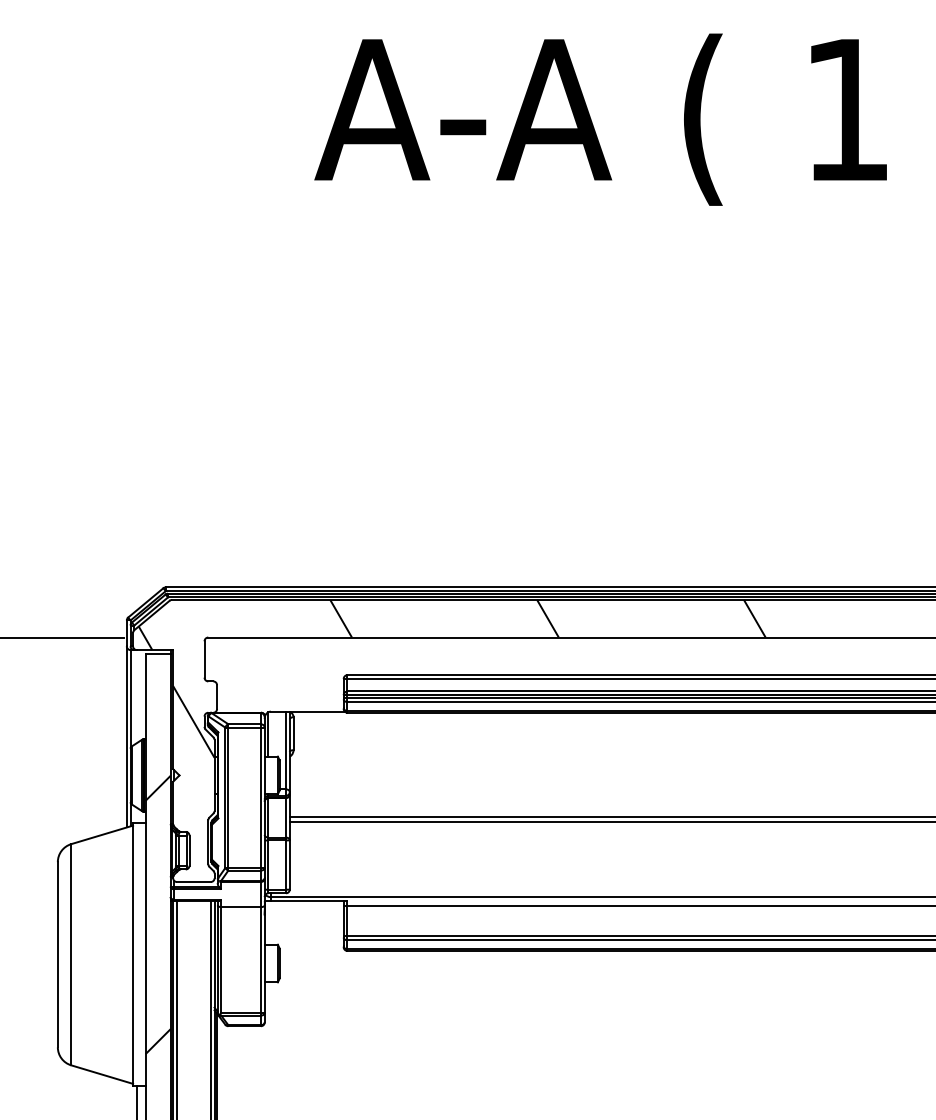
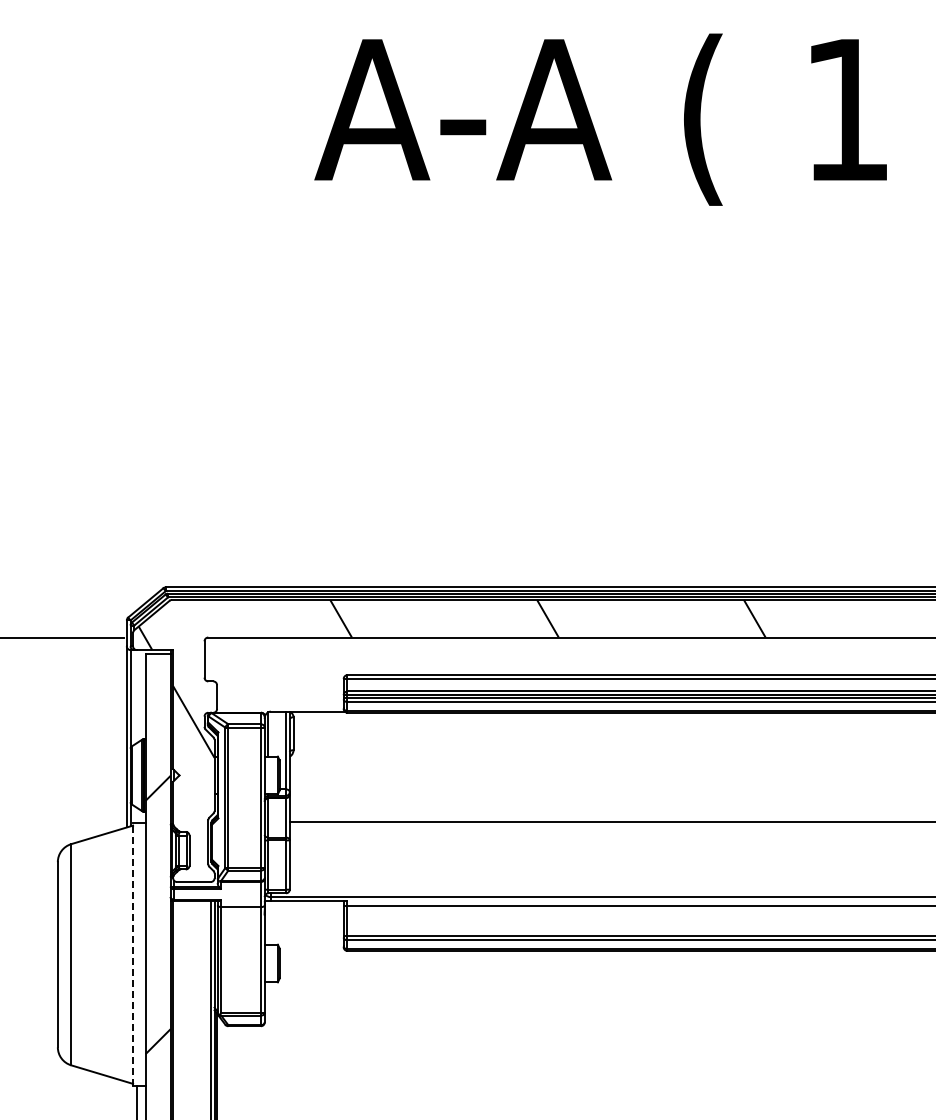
line at (610, 817): present -> none
line at (133, 954): solid -> dashed
line at (176, 1008): present -> none
